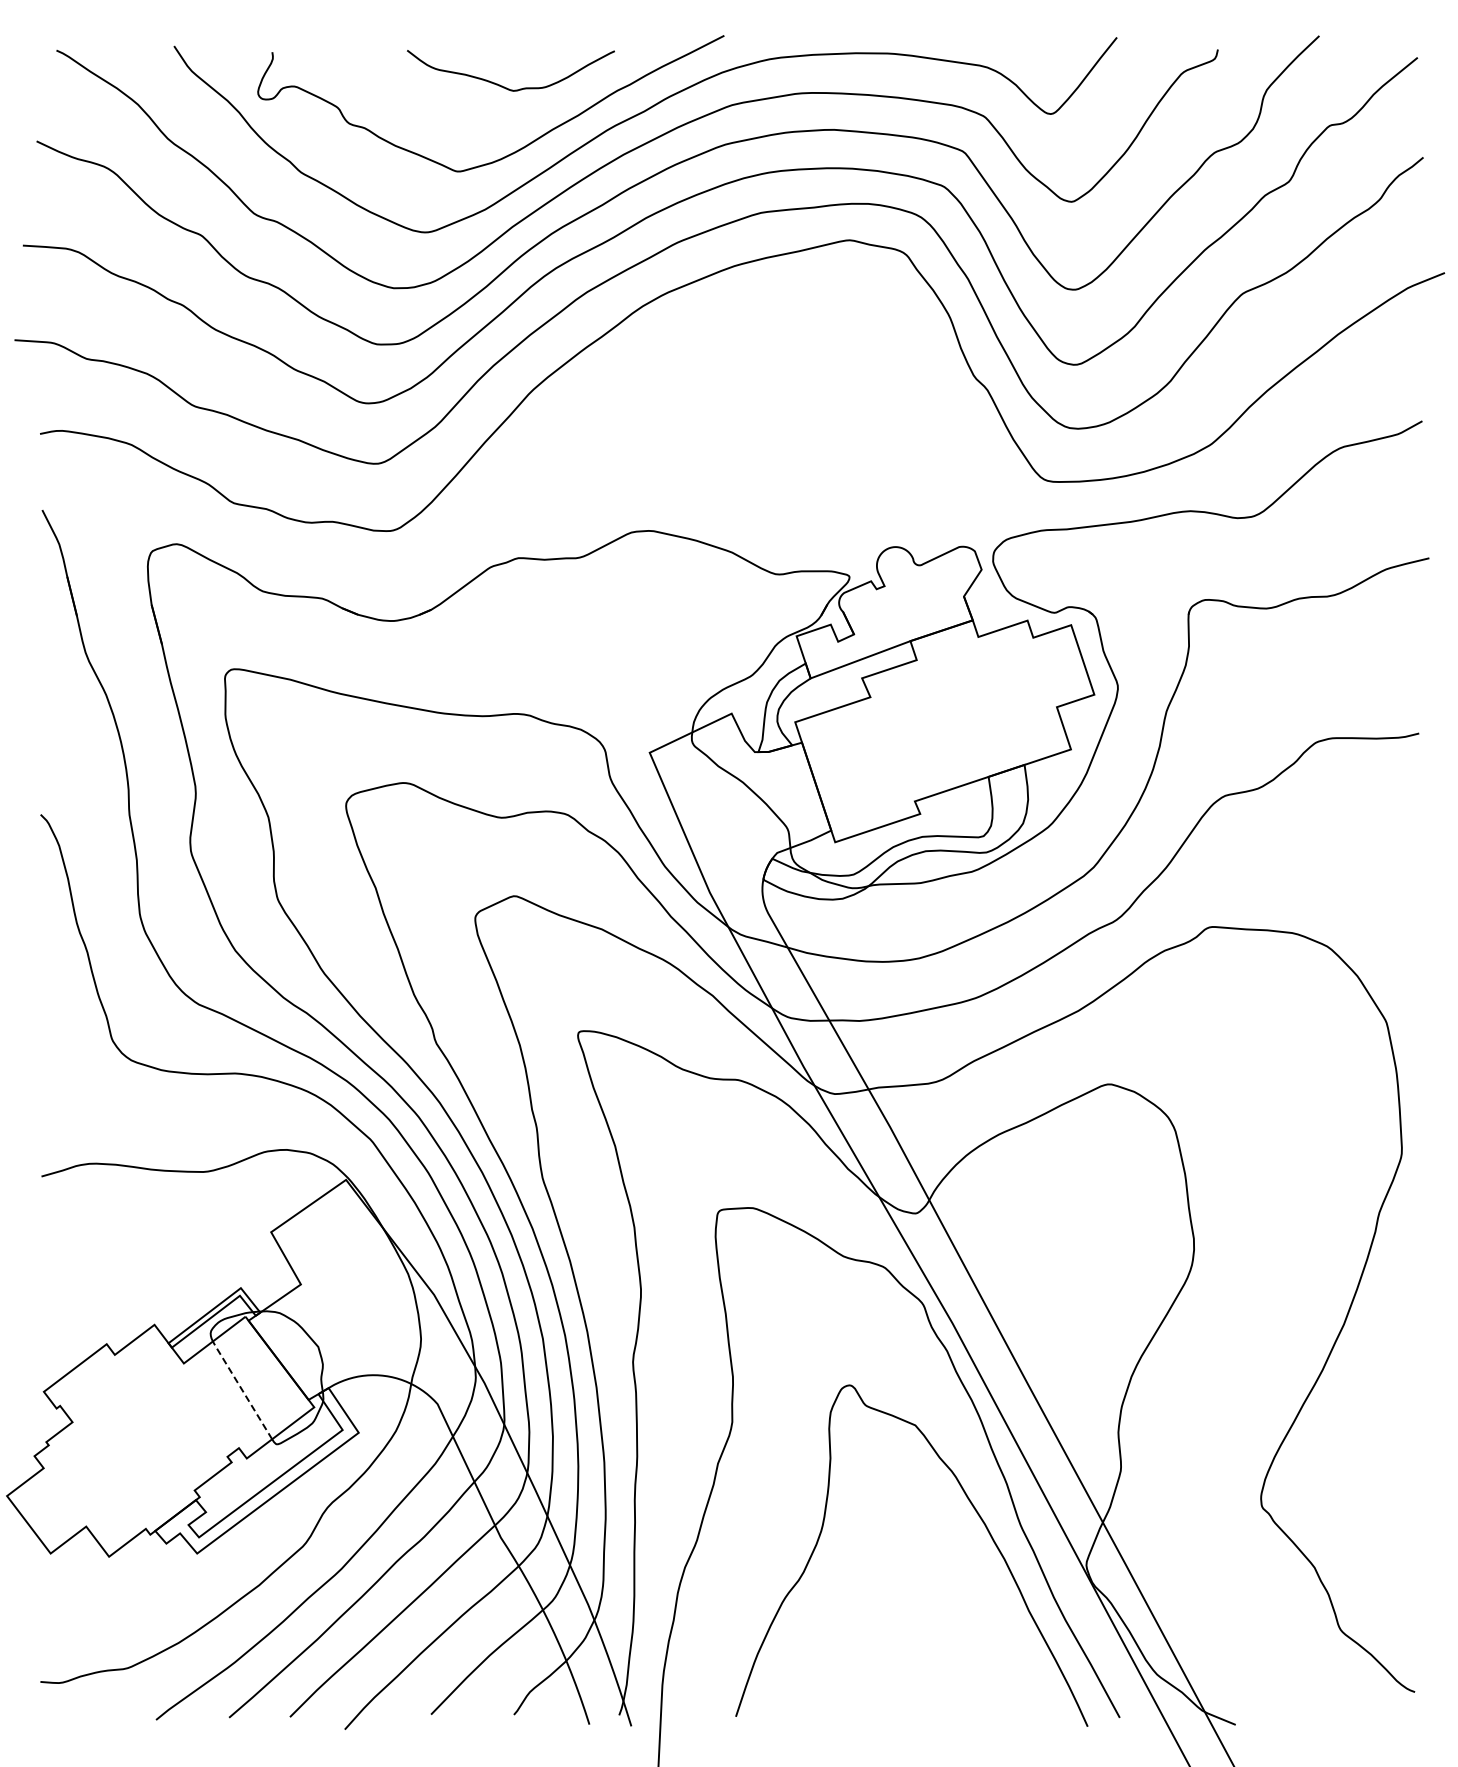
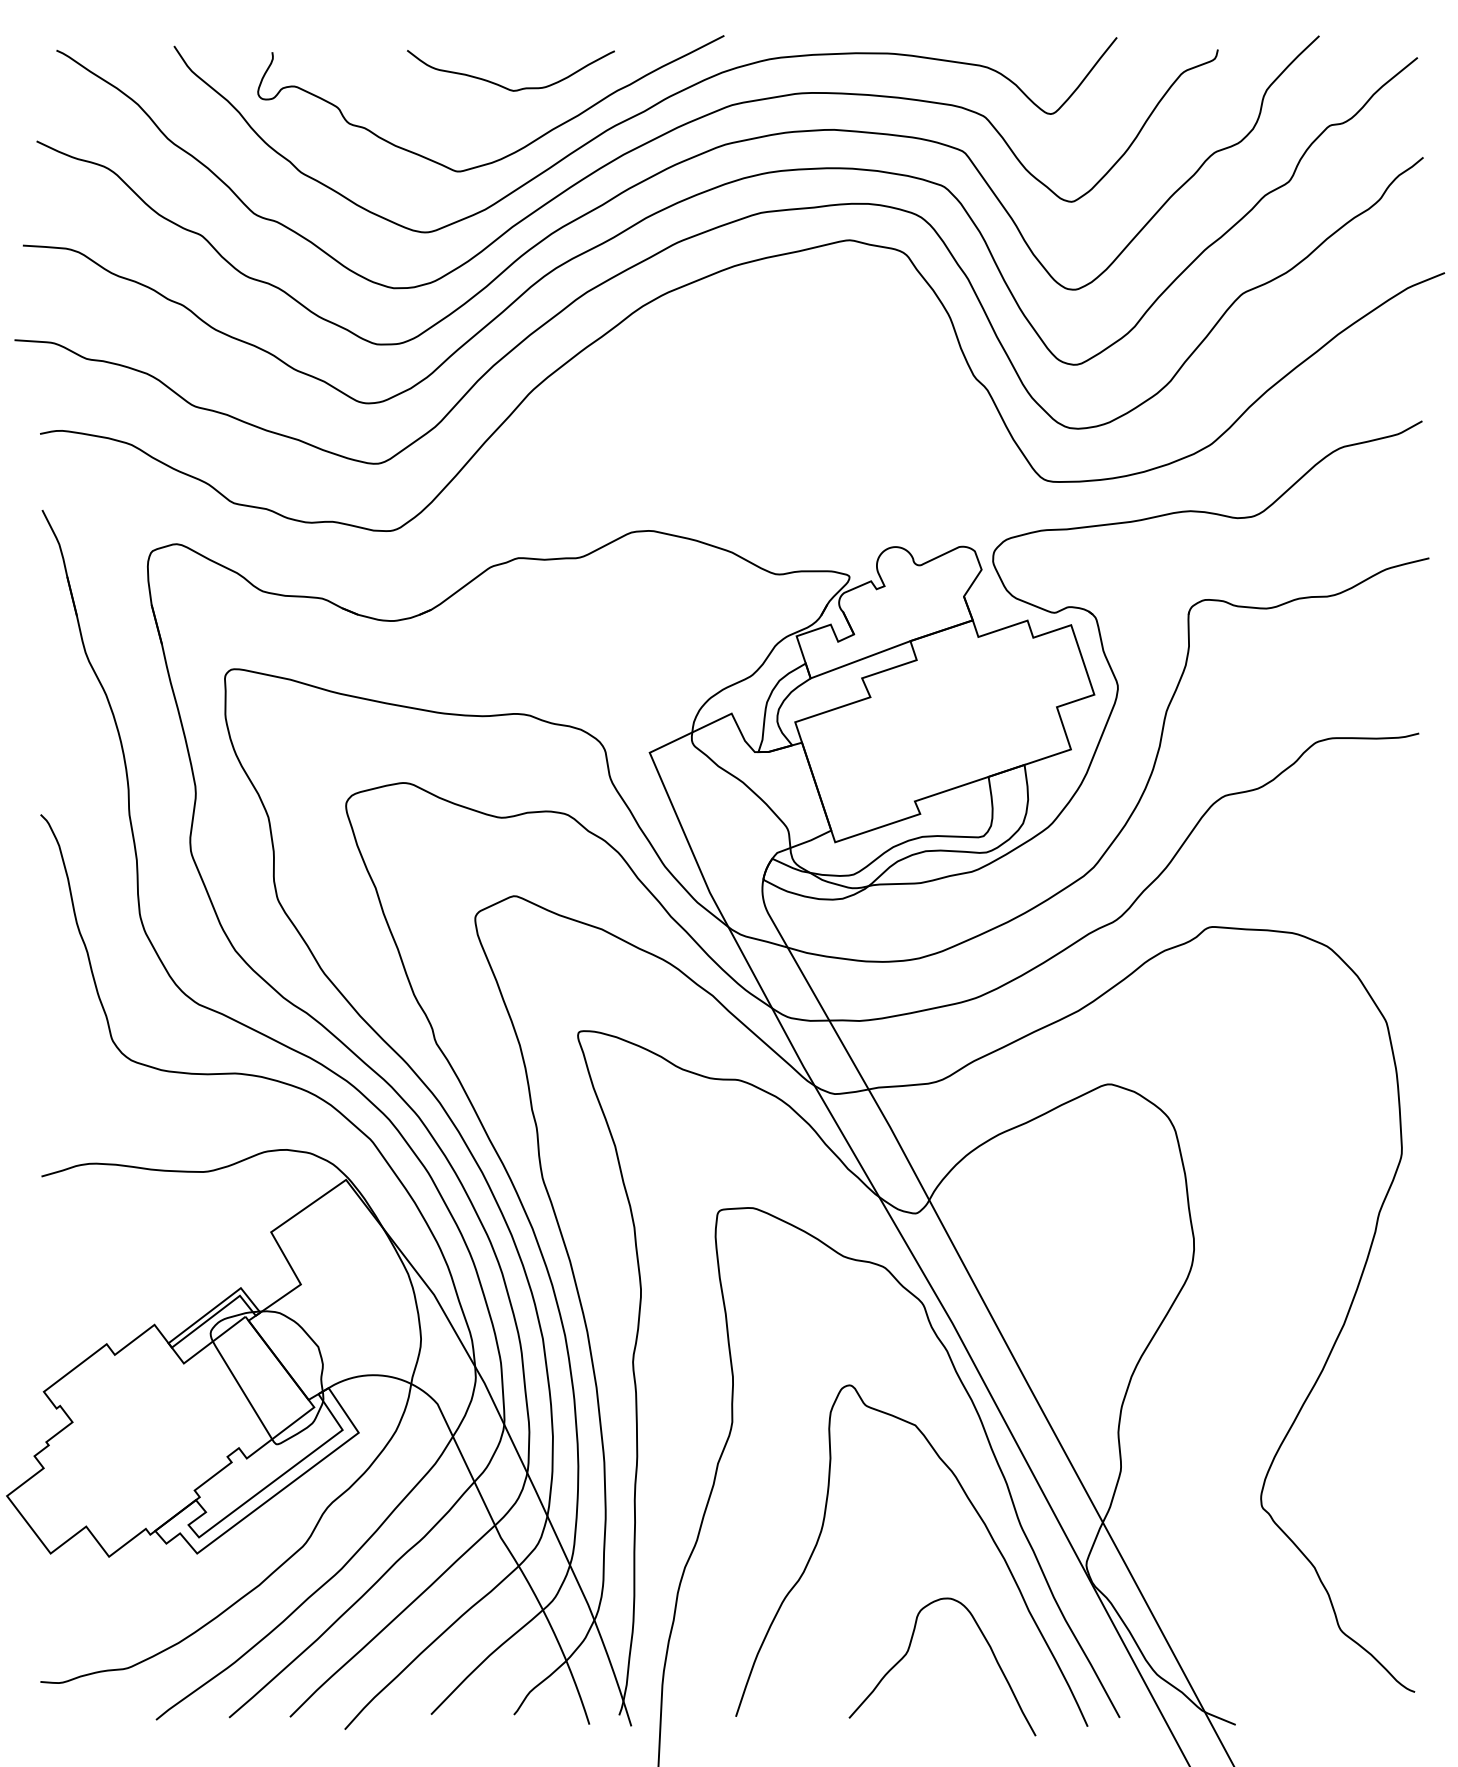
line at (242, 1389): dashed -> solid
curve at (908, 1652): none -> present
